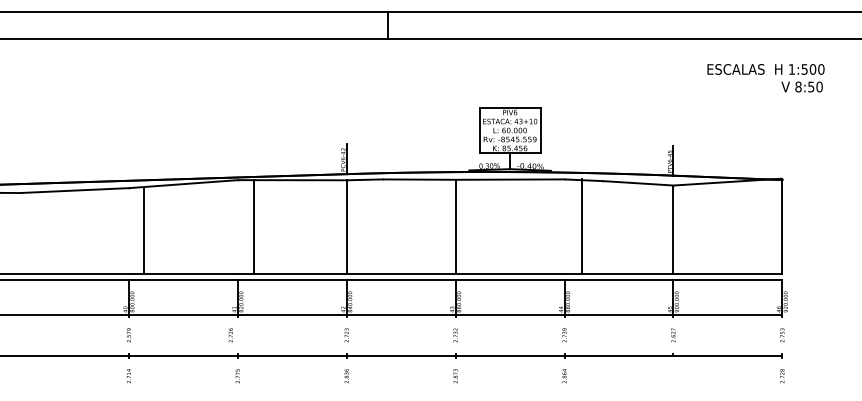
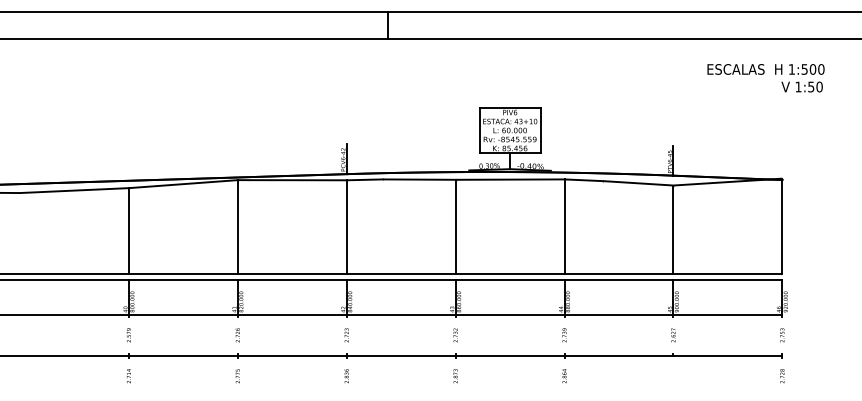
text at (798, 86): 8:50 -> 1:50
line at (581, 226) position: (581, 226) -> (564, 226)
line at (253, 227) position: (253, 227) -> (237, 227)
line at (143, 231) position: (143, 231) -> (128, 231)
text at (230, 335) position: (230, 335) -> (237, 335)
